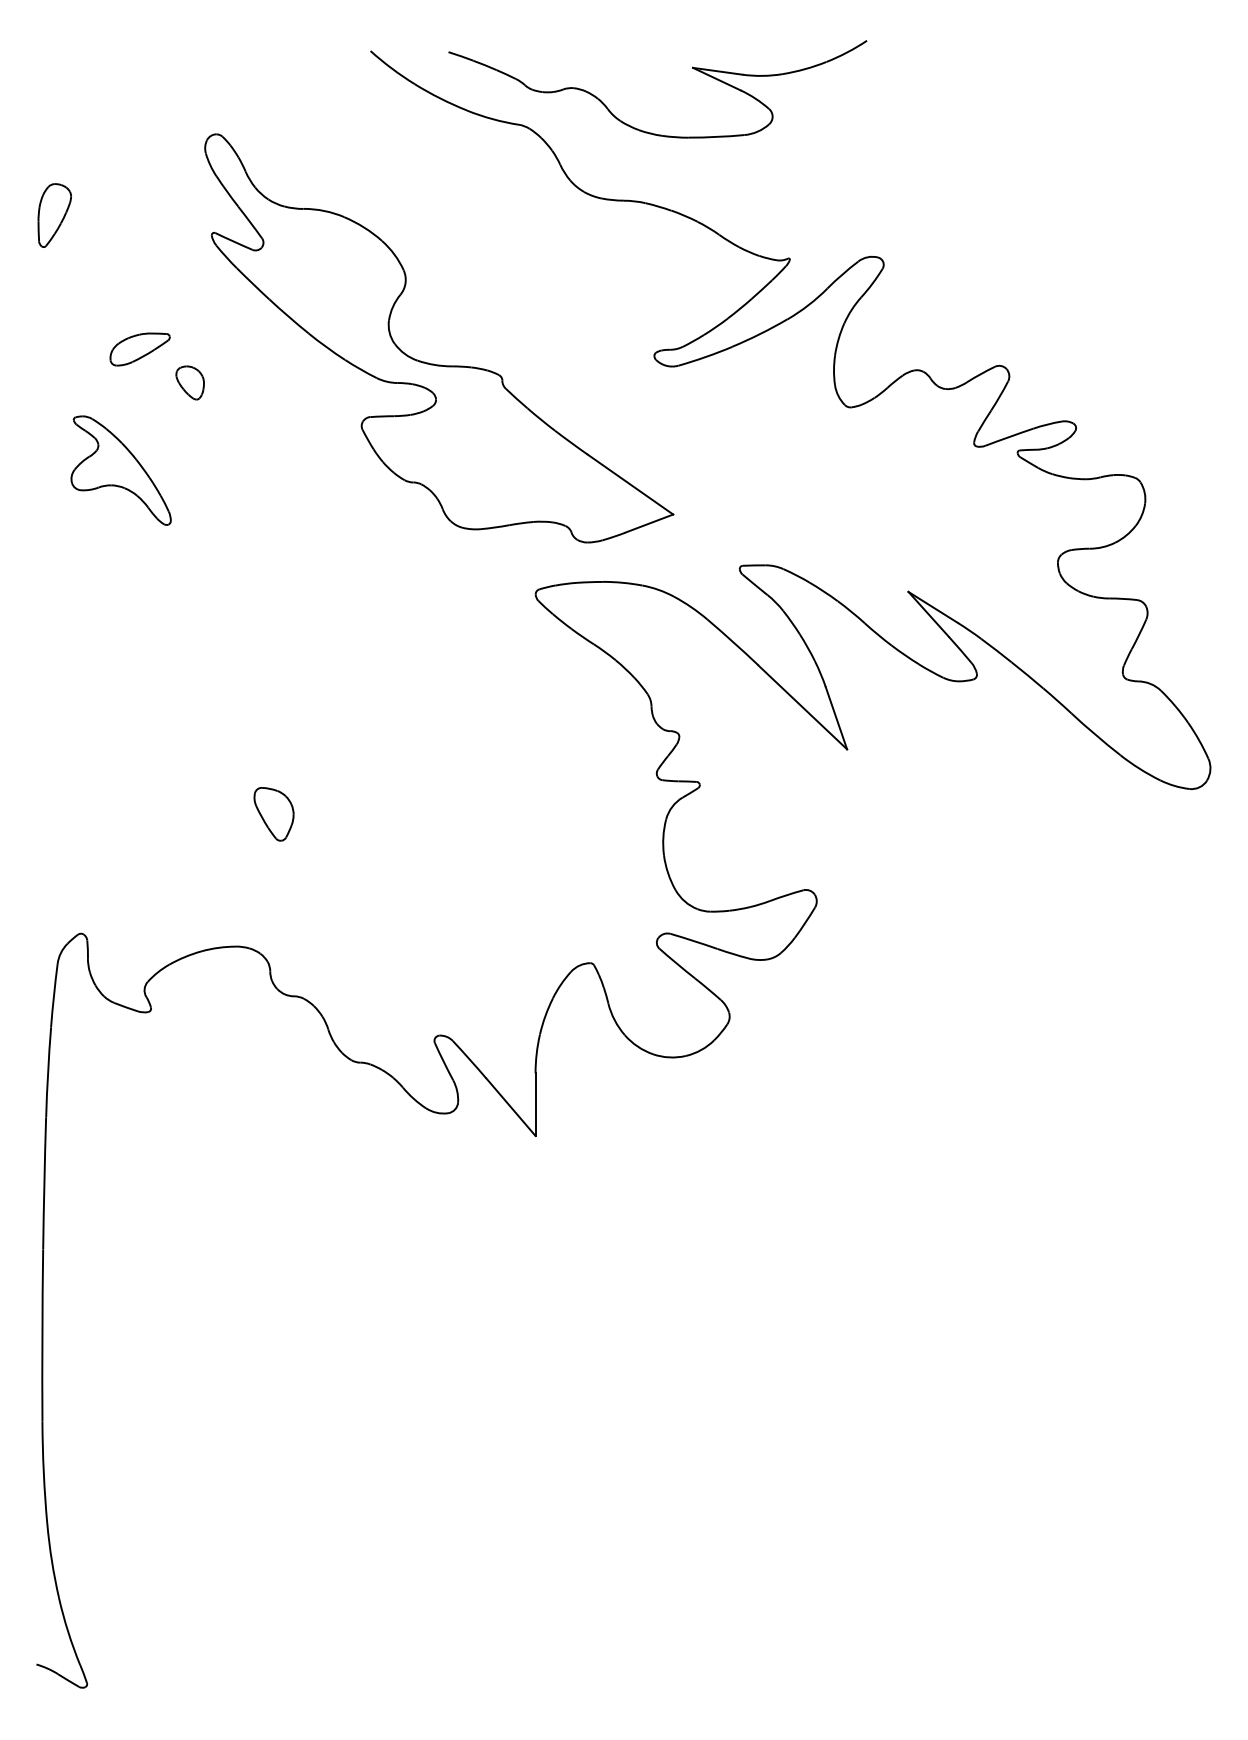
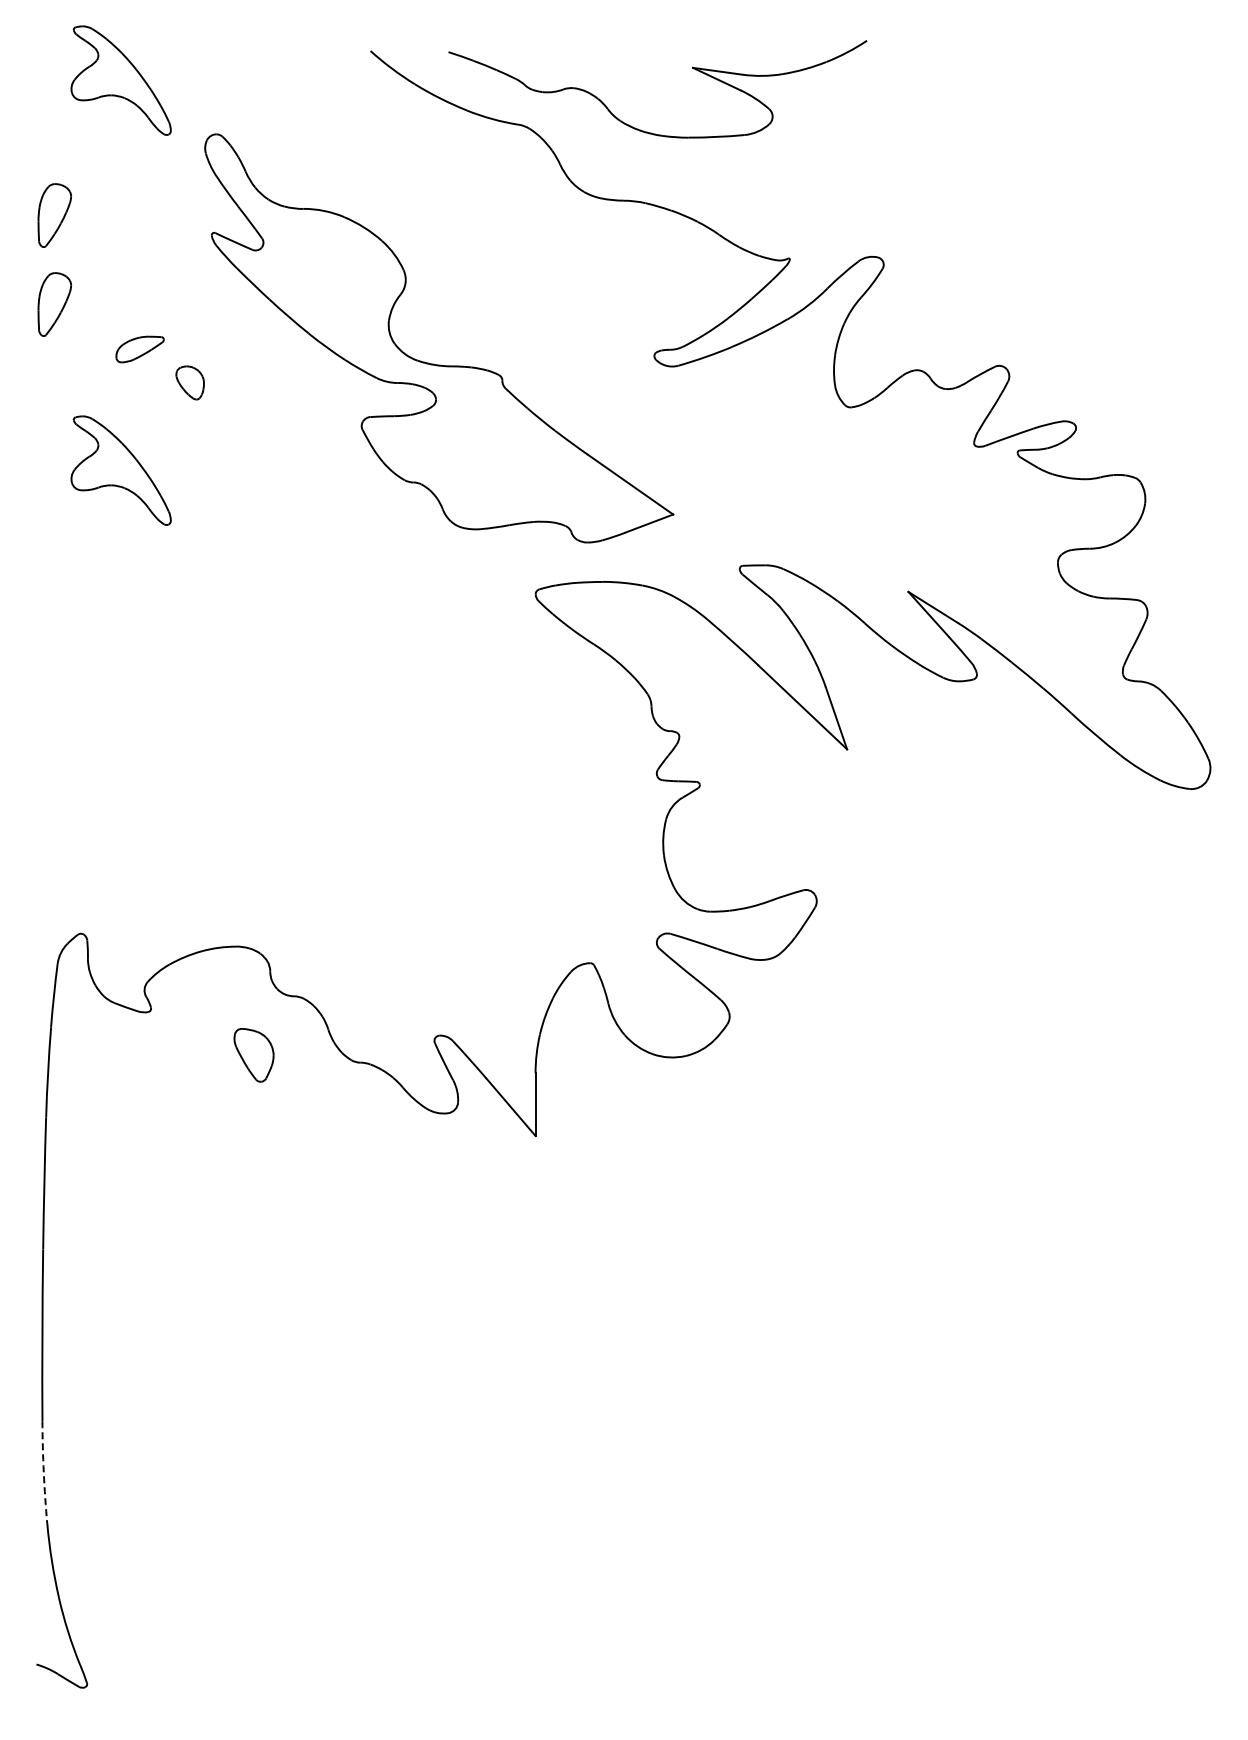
part at (120, 80): none -> present
part at (54, 304): none -> present
part at (139, 349) size: 62x35 px -> 50x29 px
part at (273, 814) position: (273, 814) -> (253, 1055)
arc at (43, 1472): solid -> dashed
